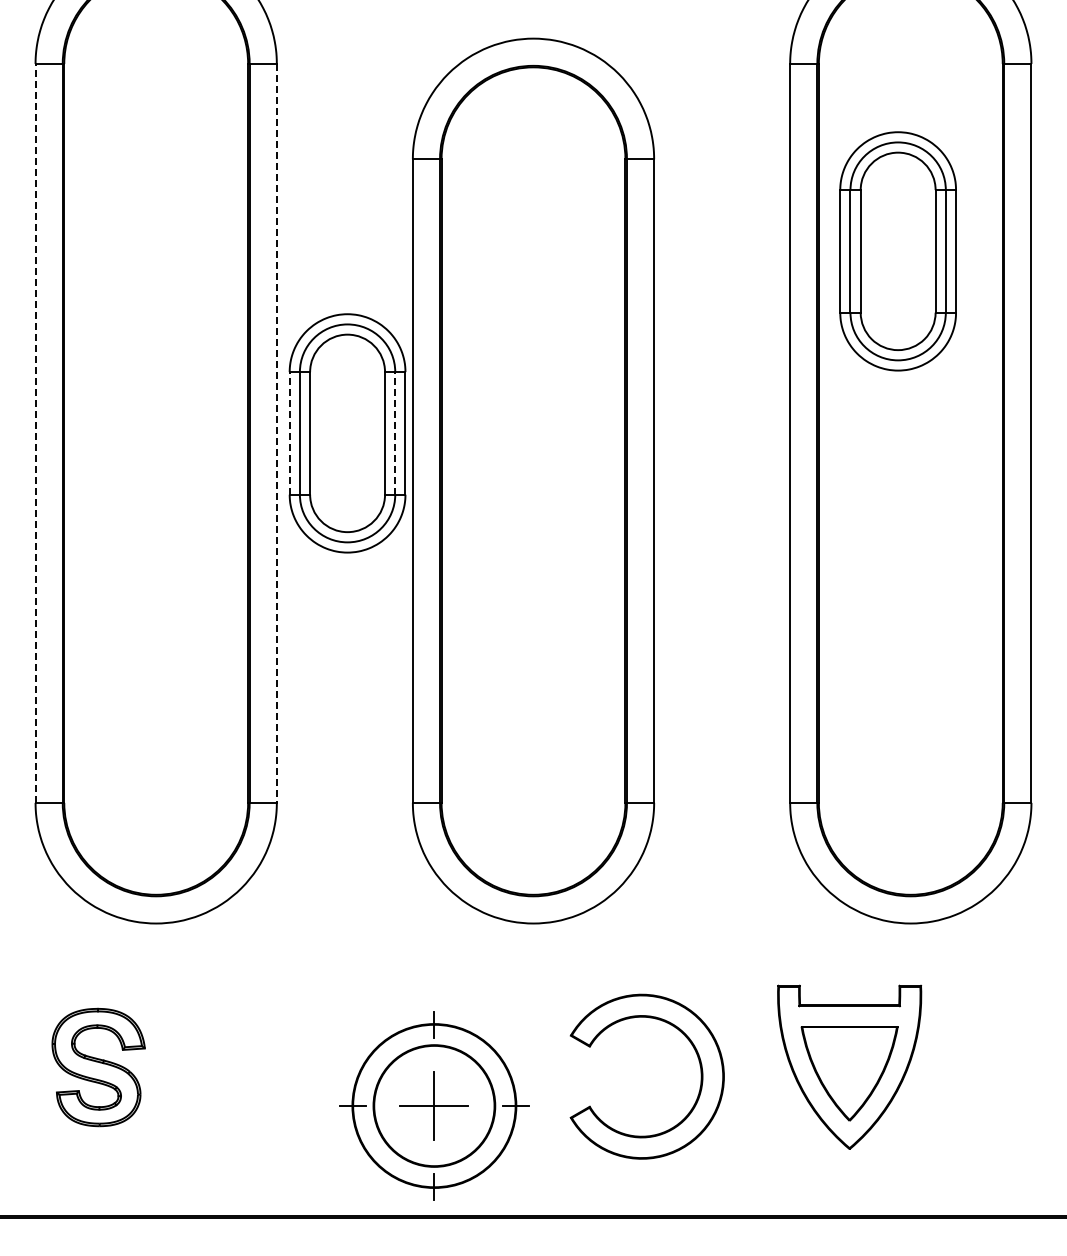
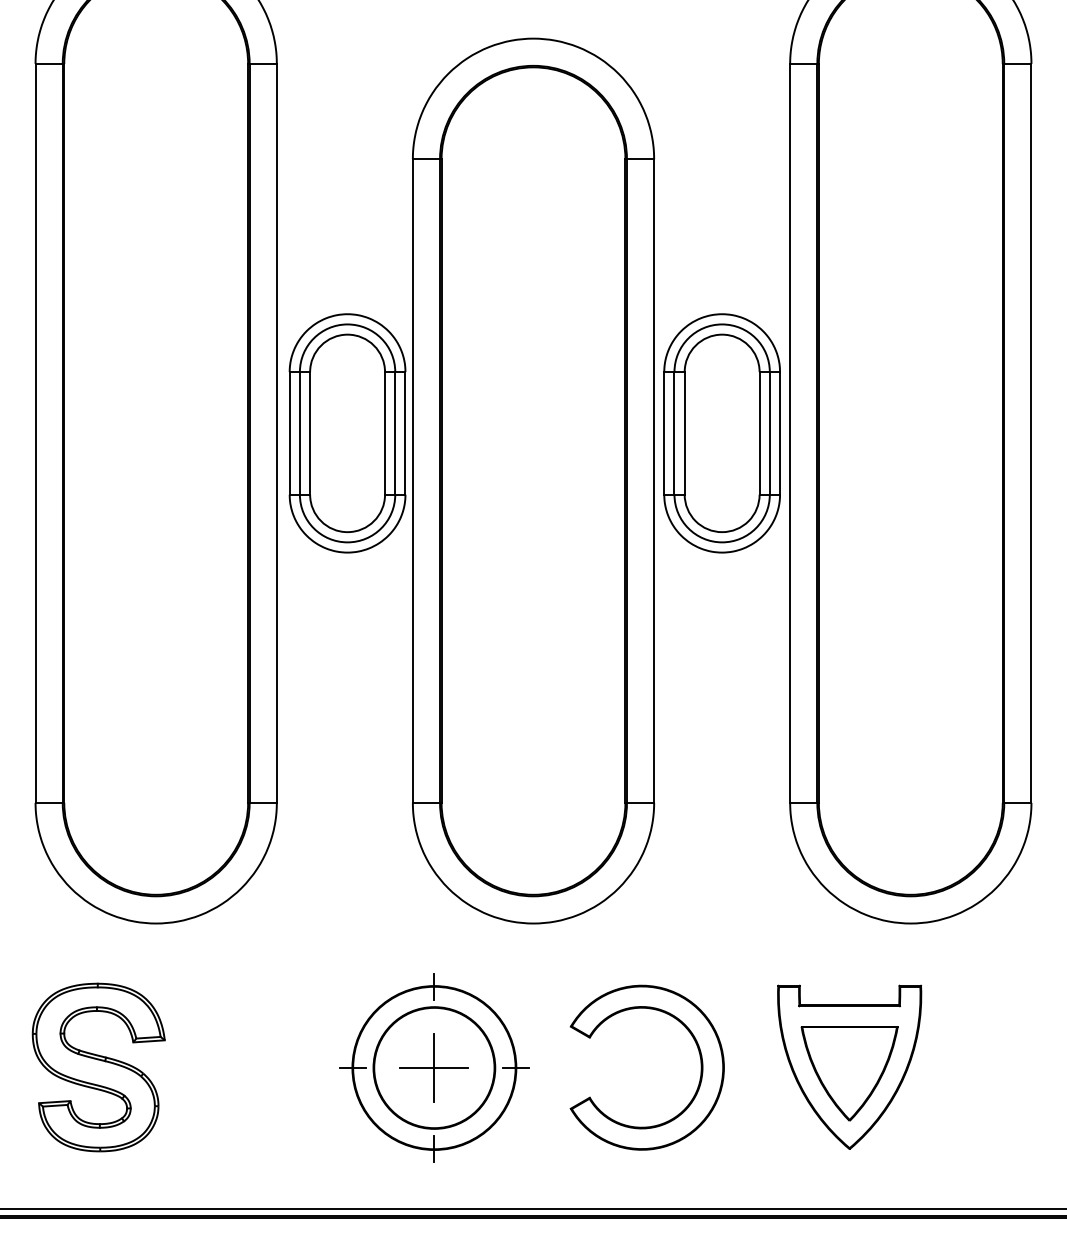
part at (897, 251) position: (897, 251) -> (721, 433)
line at (35, 432): dashed -> solid
line at (289, 432): dashed -> solid
line at (395, 432): dashed -> solid
line at (276, 433): dashed -> solid
part at (98, 1067) size: 95x121 px -> 135x171 px
part at (700, 1076) position: (700, 1076) -> (700, 1067)
part at (434, 1105) position: (434, 1105) -> (434, 1067)
line at (532, 1209): none -> present
